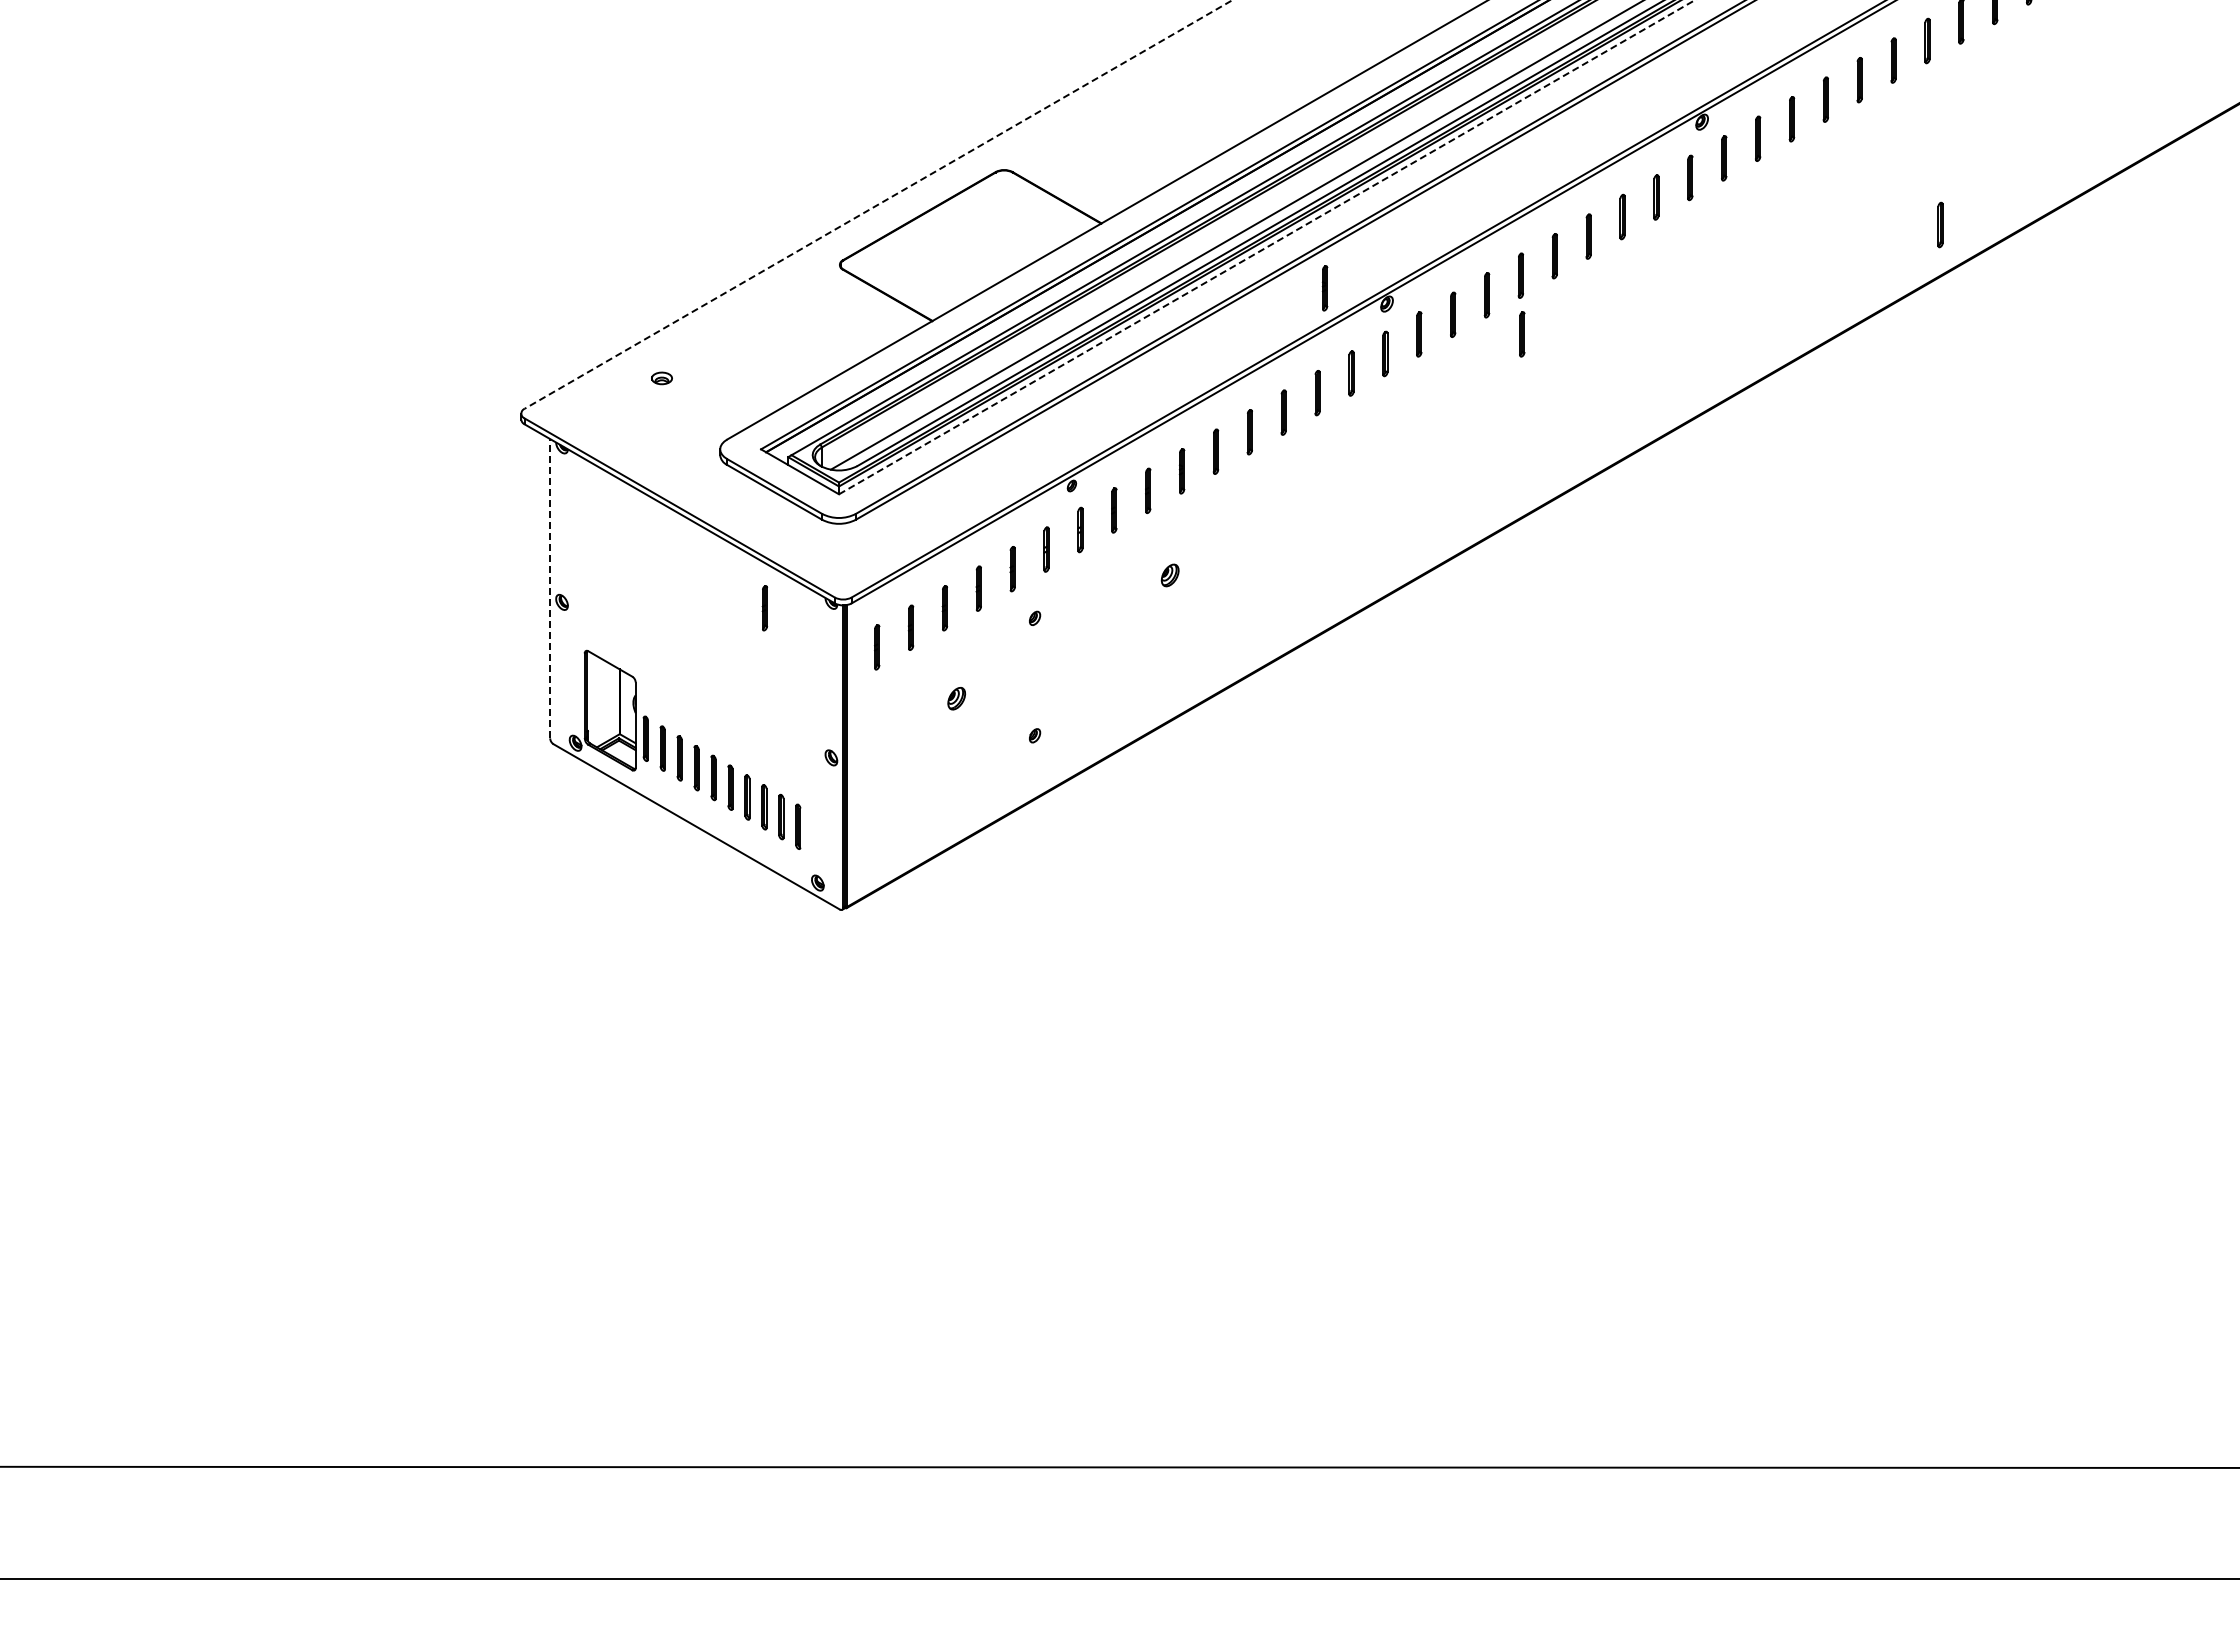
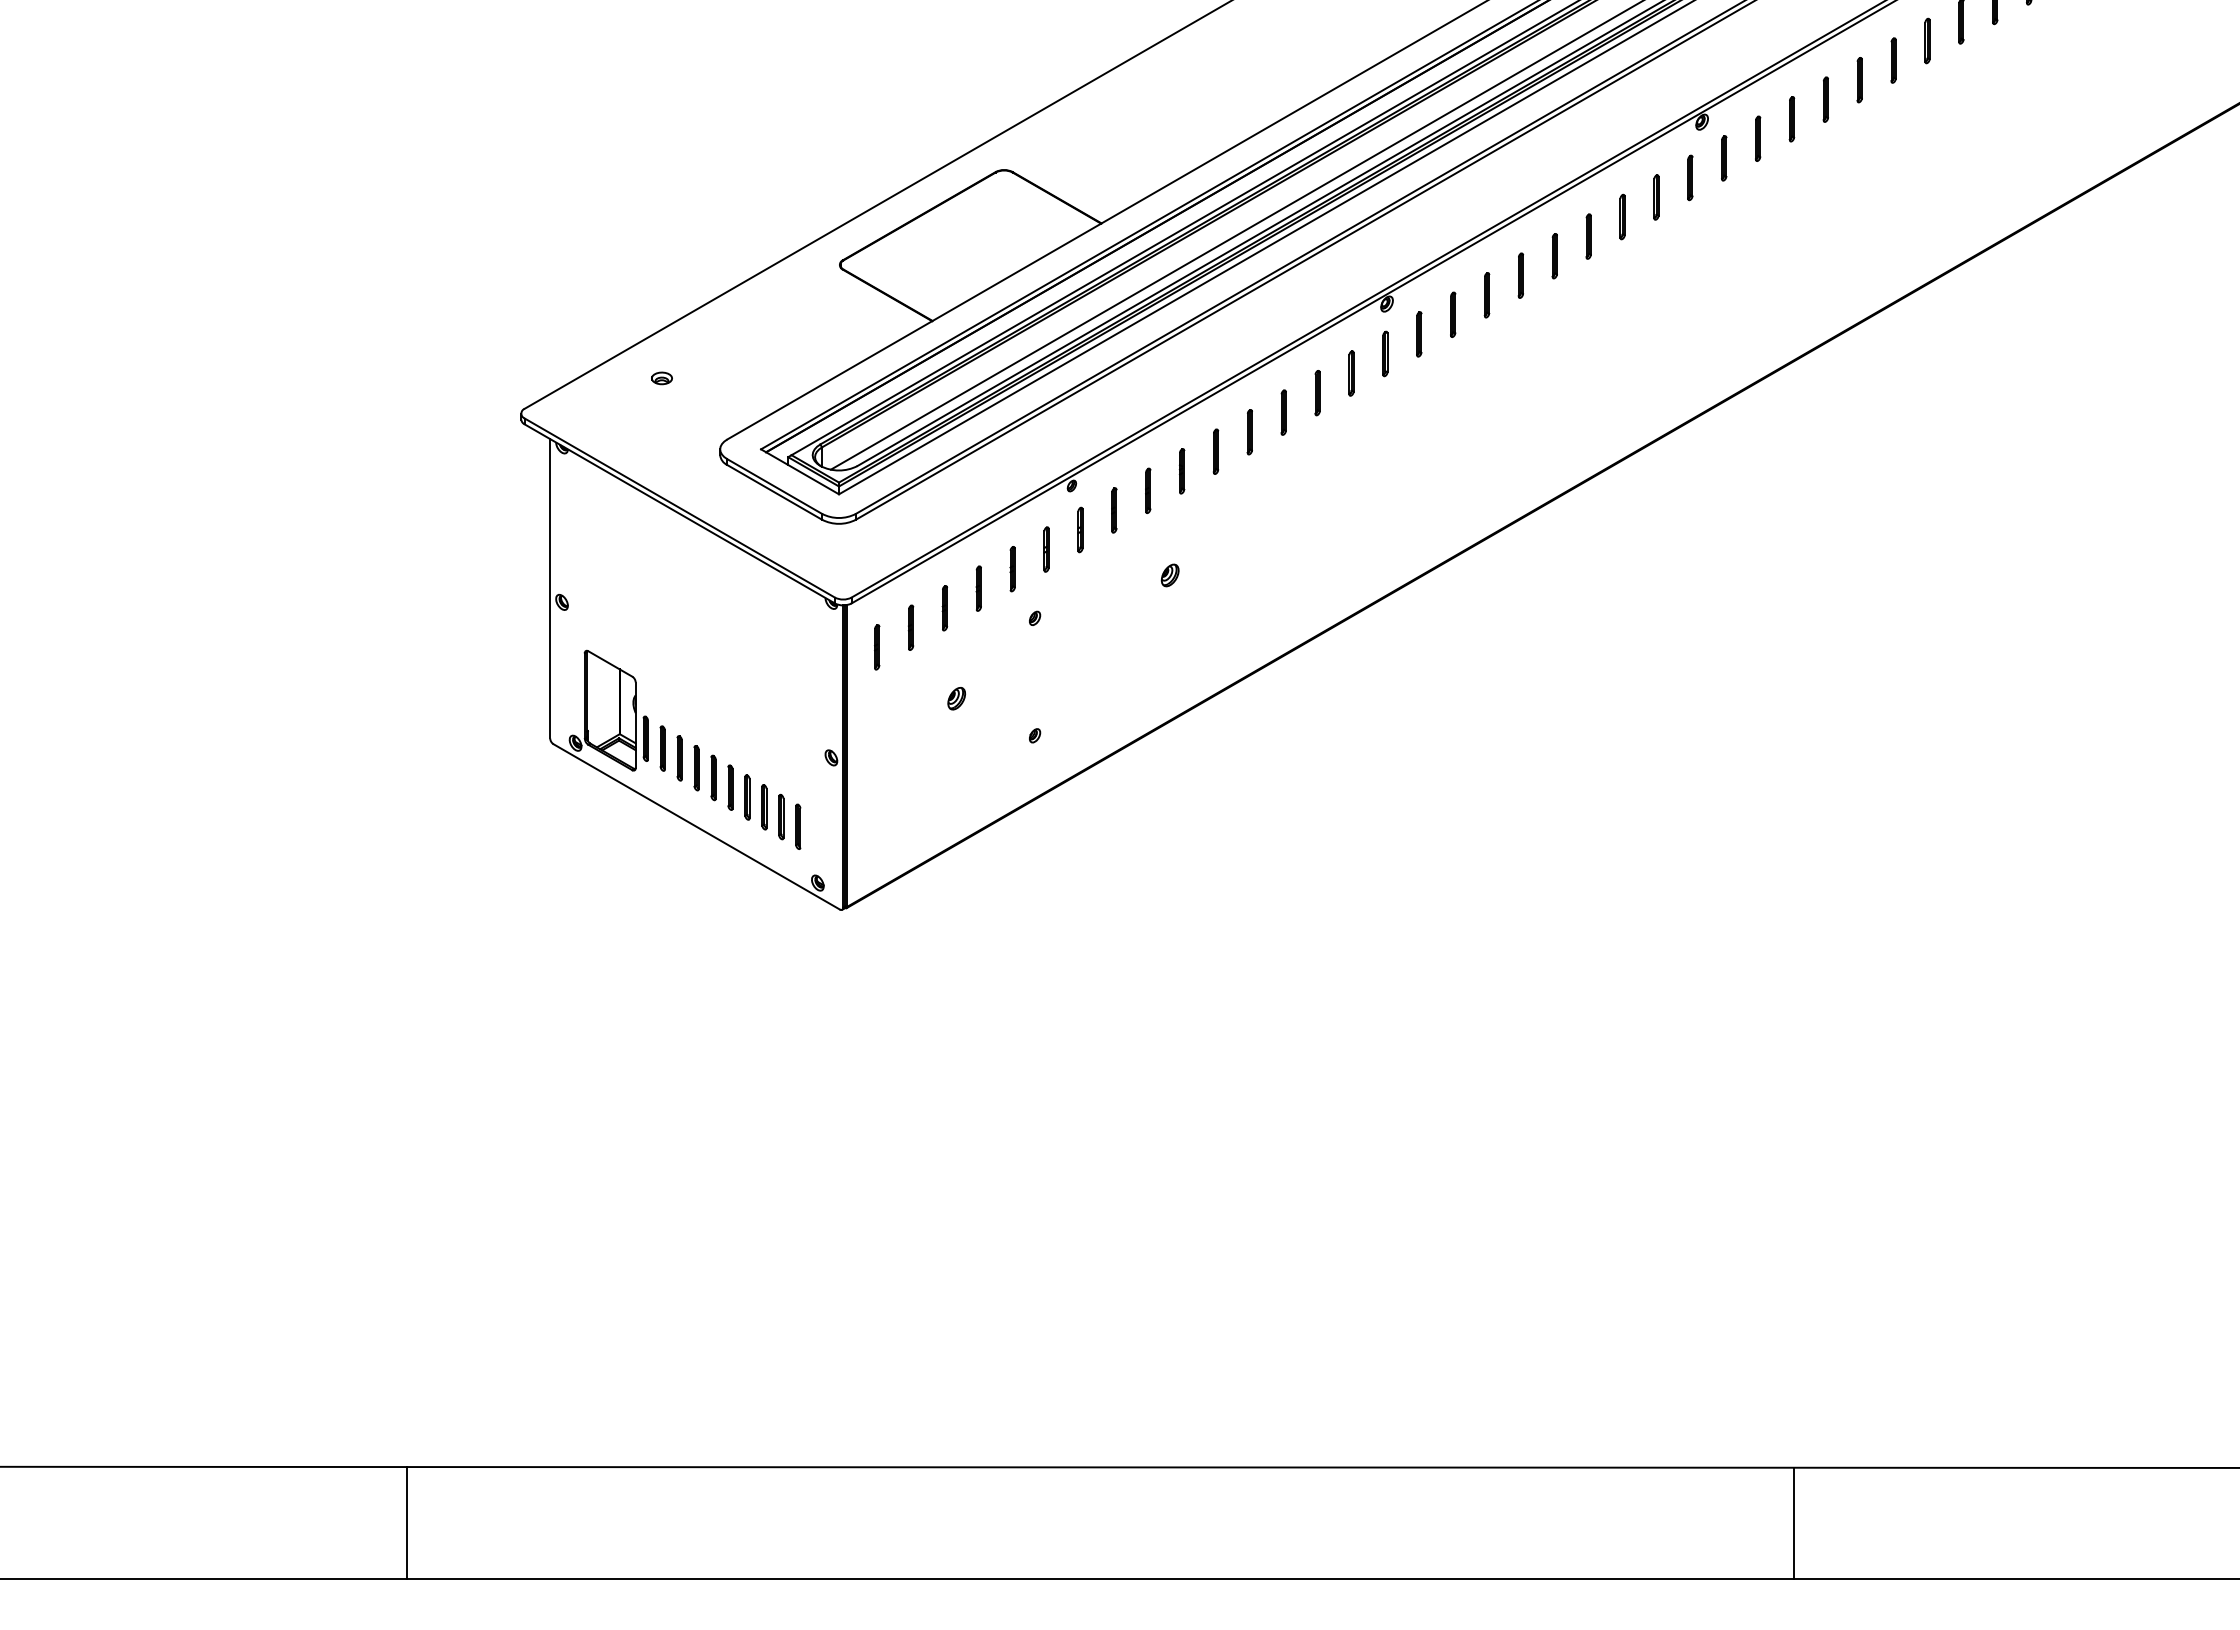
line at (878, 204): dashed -> solid
part at (1940, 224): present -> none
line at (1266, 247): dashed -> solid
part at (1324, 288): present -> none
part at (1522, 334): present -> none
line at (550, 588): dashed -> solid
part at (764, 608): present -> none
line at (406, 1522): none -> present
line at (1794, 1522): none -> present
